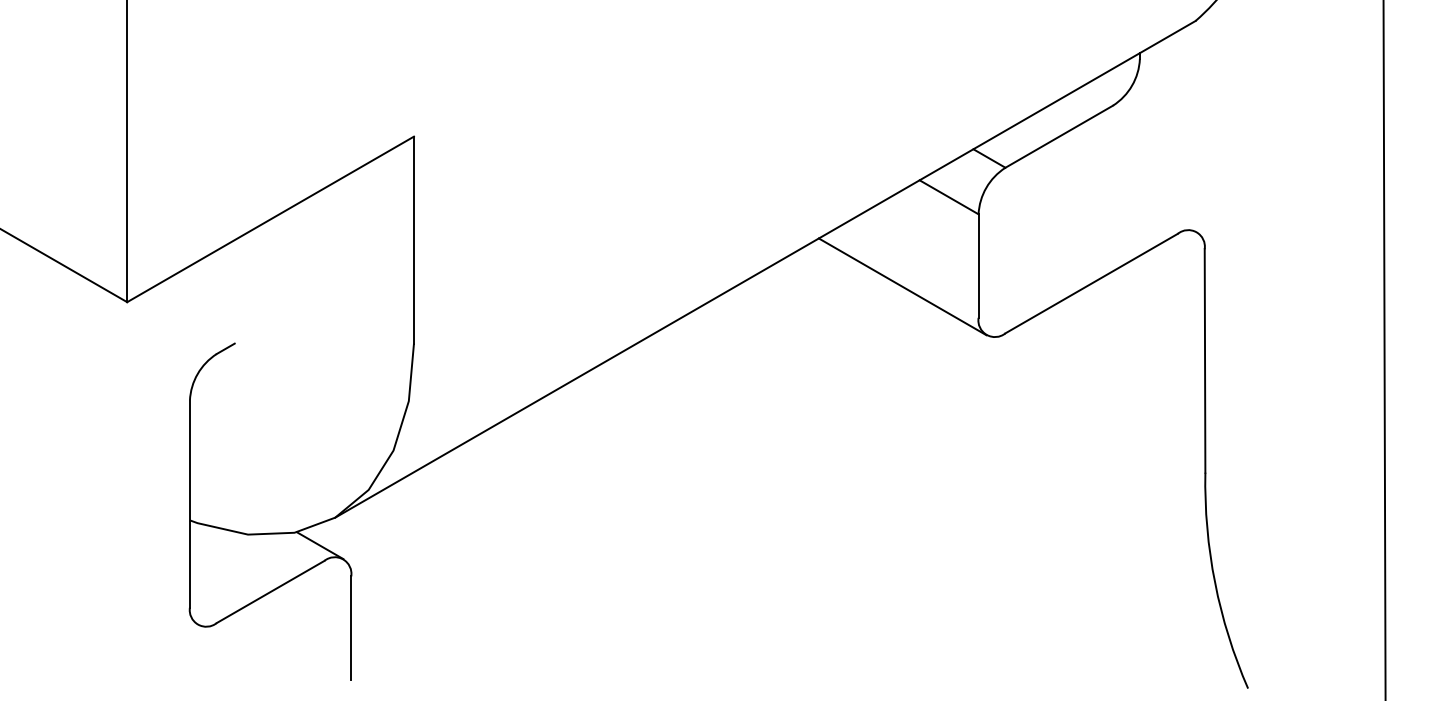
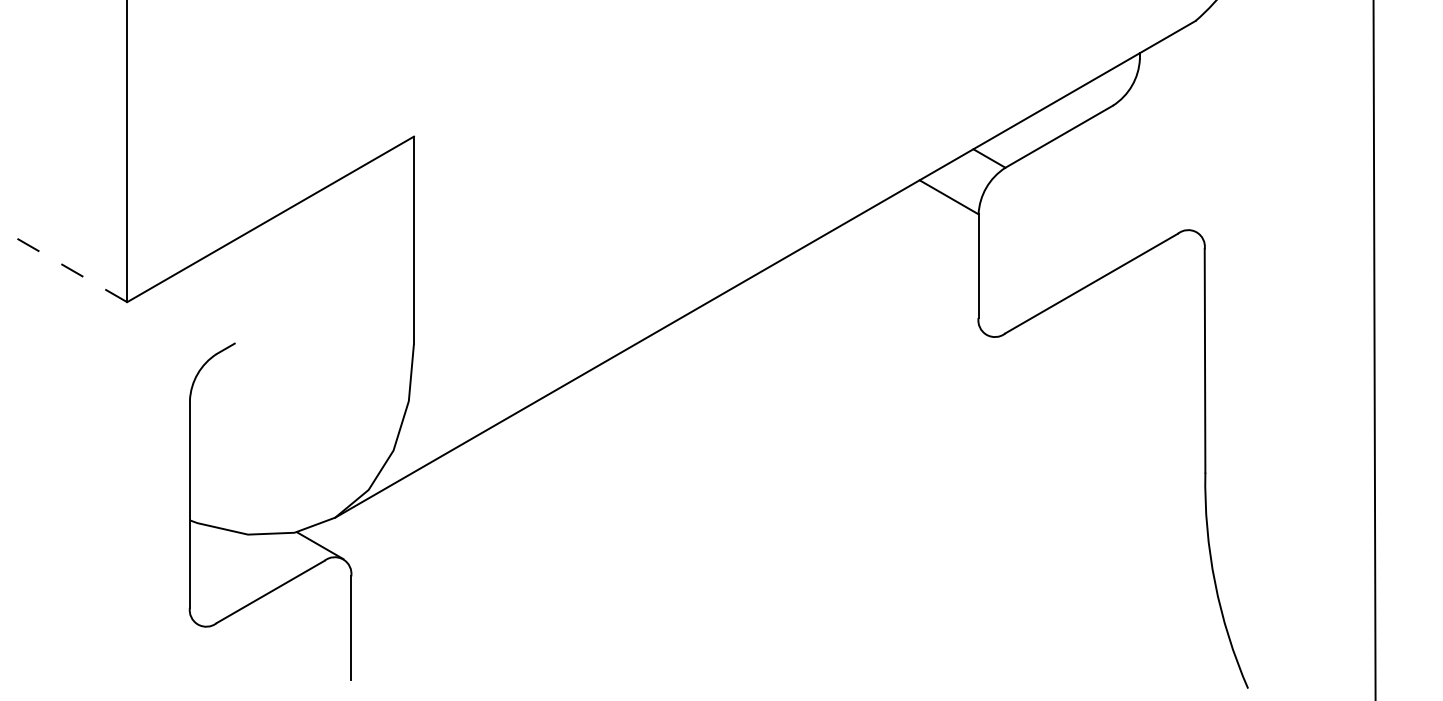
line at (64, 265): solid -> dashed
line at (902, 286): present -> none
line at (1384, 349) position: (1384, 349) -> (1374, 349)
